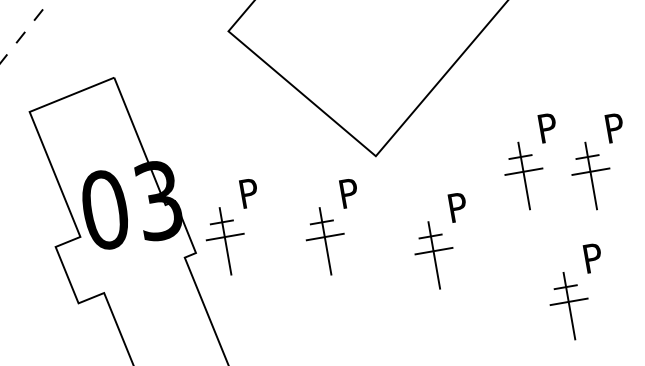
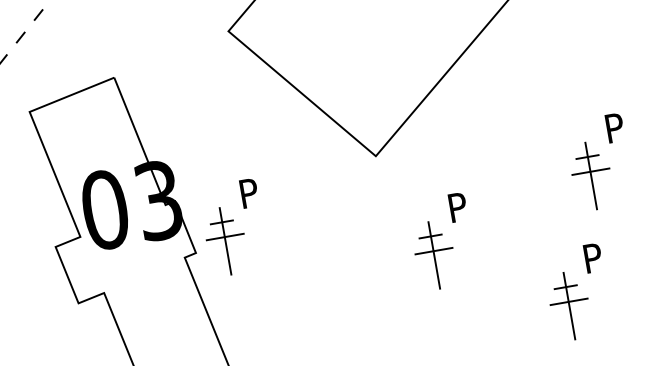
part at (529, 161): present -> none
part at (330, 227): present -> none
